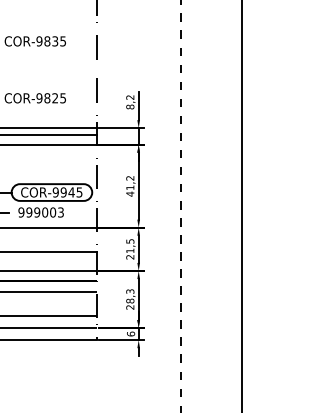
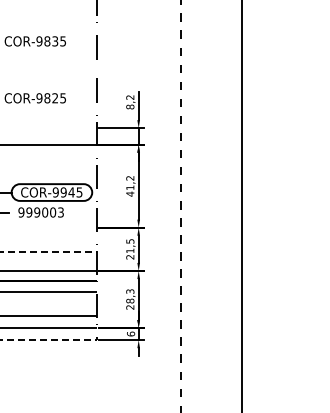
line at (49, 128): present -> none
line at (49, 135): present -> none
line at (49, 227): present -> none
line at (49, 251): solid -> dashed
line at (49, 340): solid -> dashed
